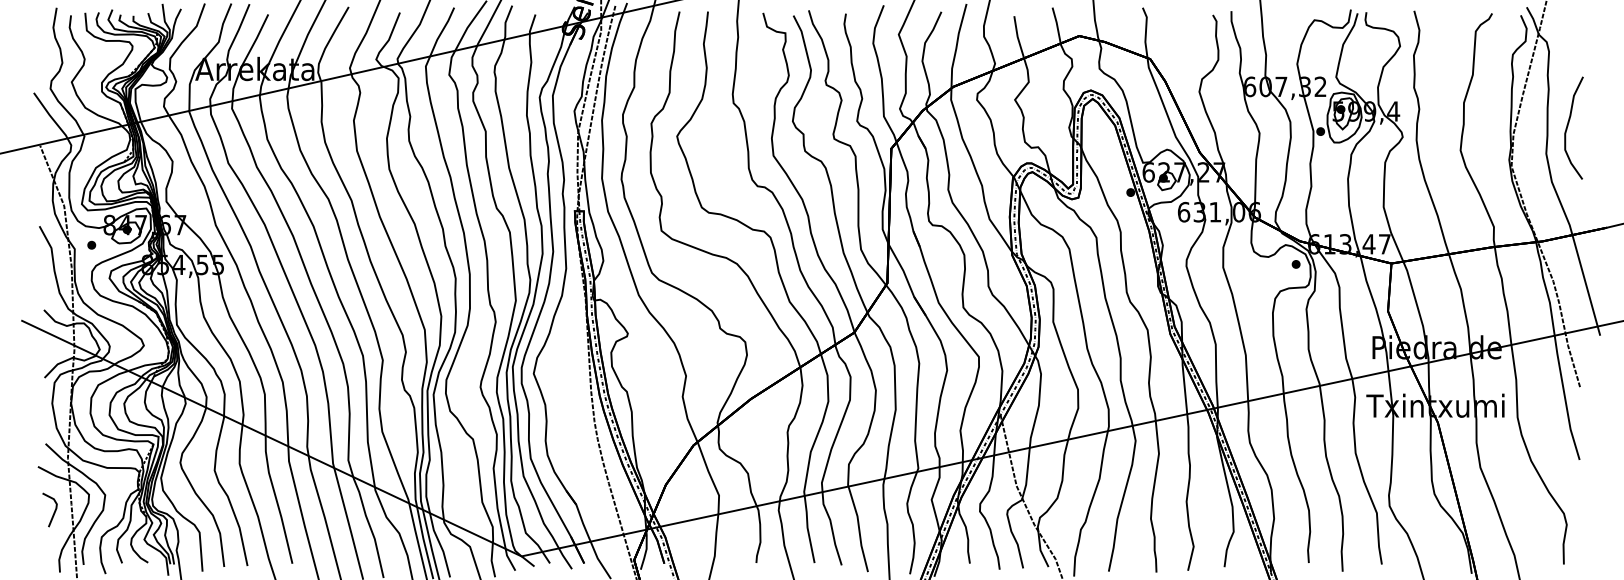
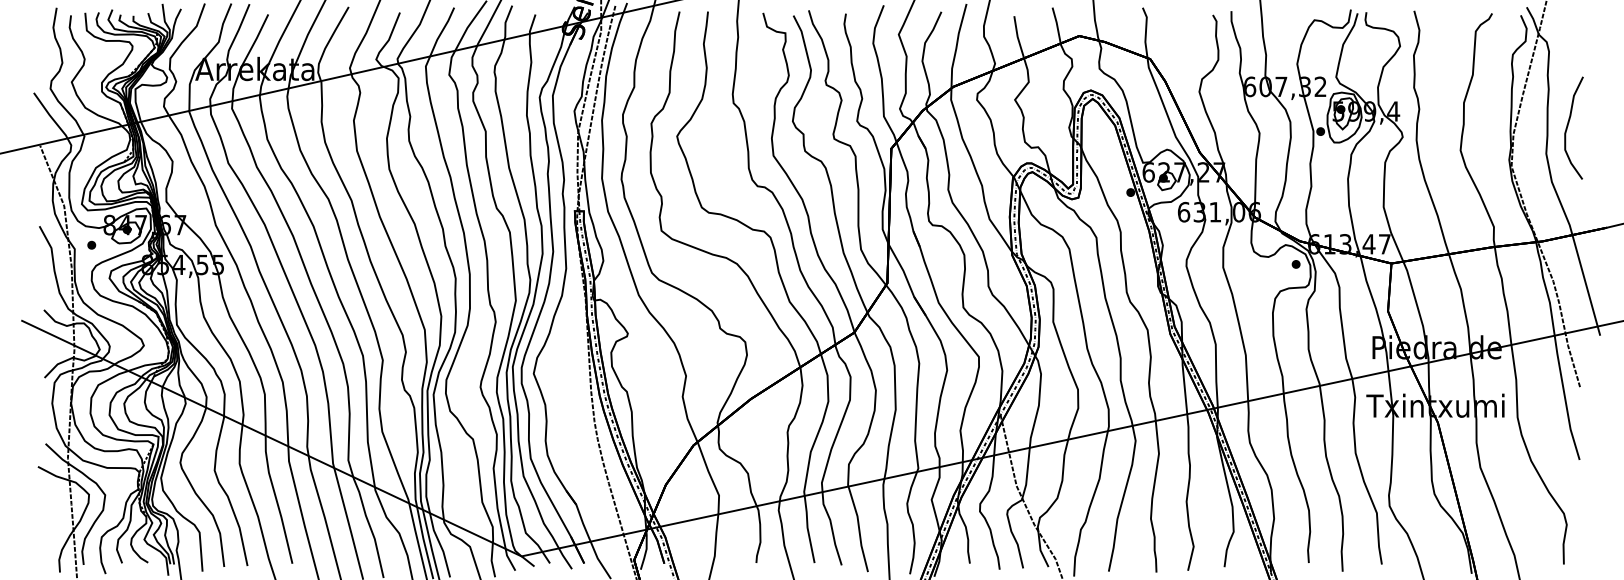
line at (53, 512): present -> none
